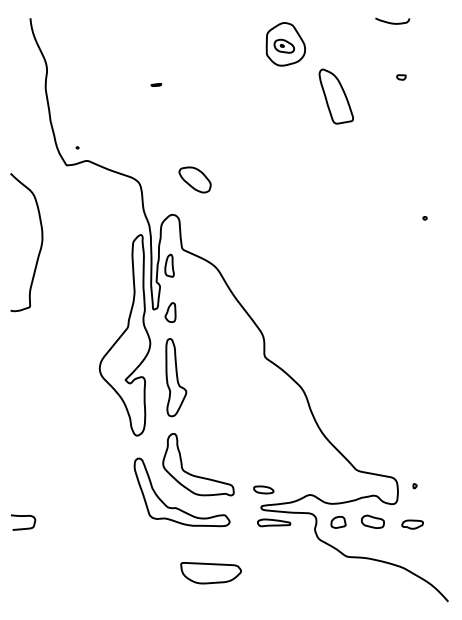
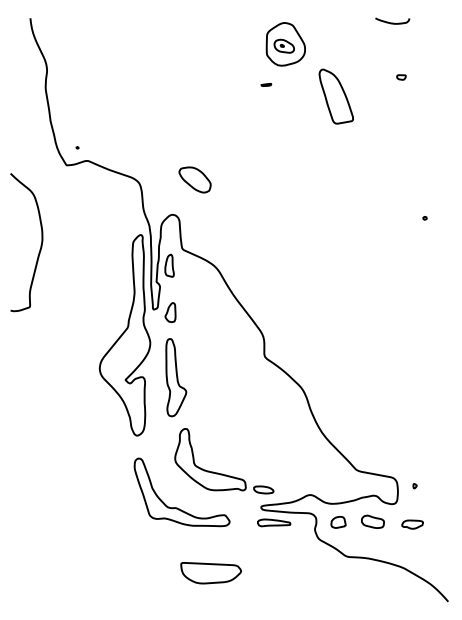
part at (156, 84) position: (156, 84) -> (266, 84)
part at (197, 475) position: (197, 475) -> (209, 470)
curve at (23, 516): present -> none
